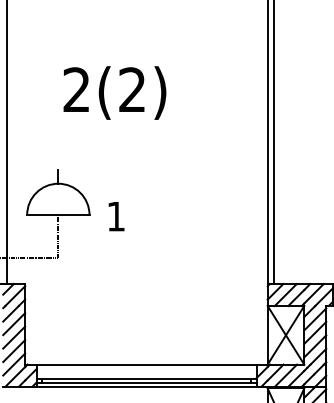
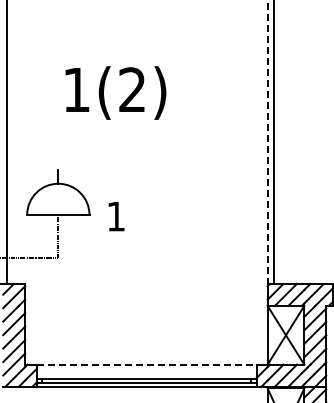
text at (76, 89): 2(2) -> 1(2)
line at (267, 142): solid -> dashed
line at (146, 364): solid -> dashed
